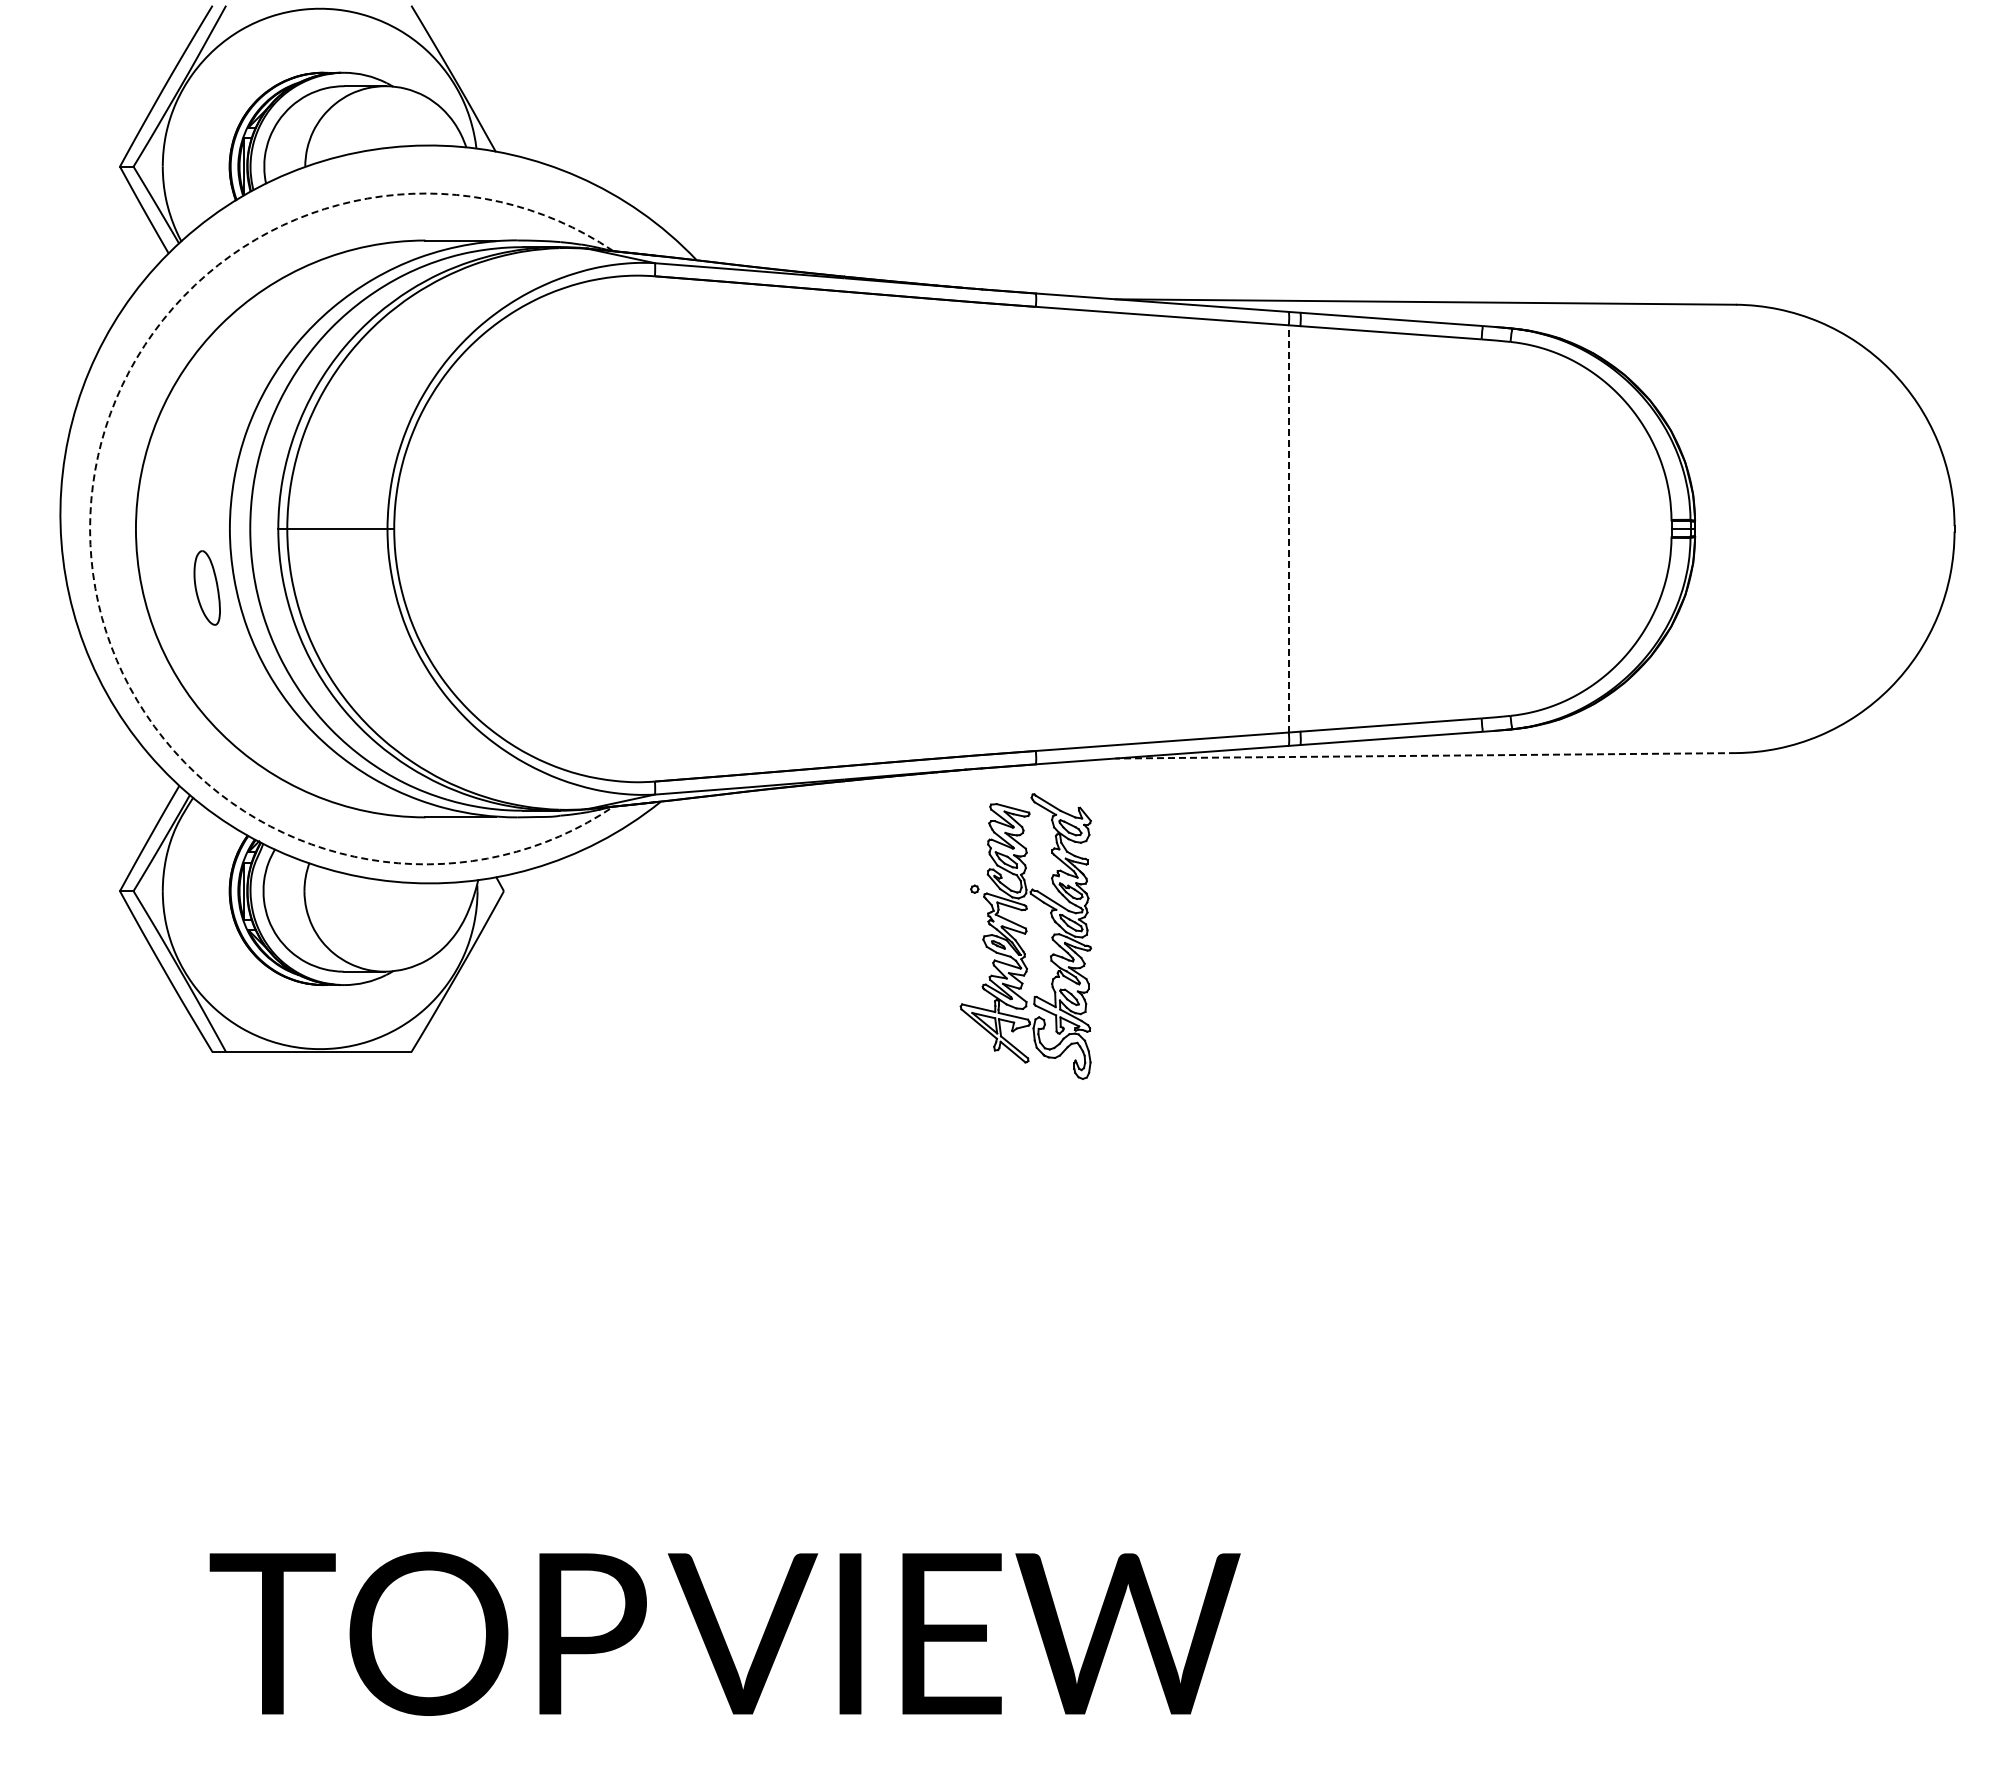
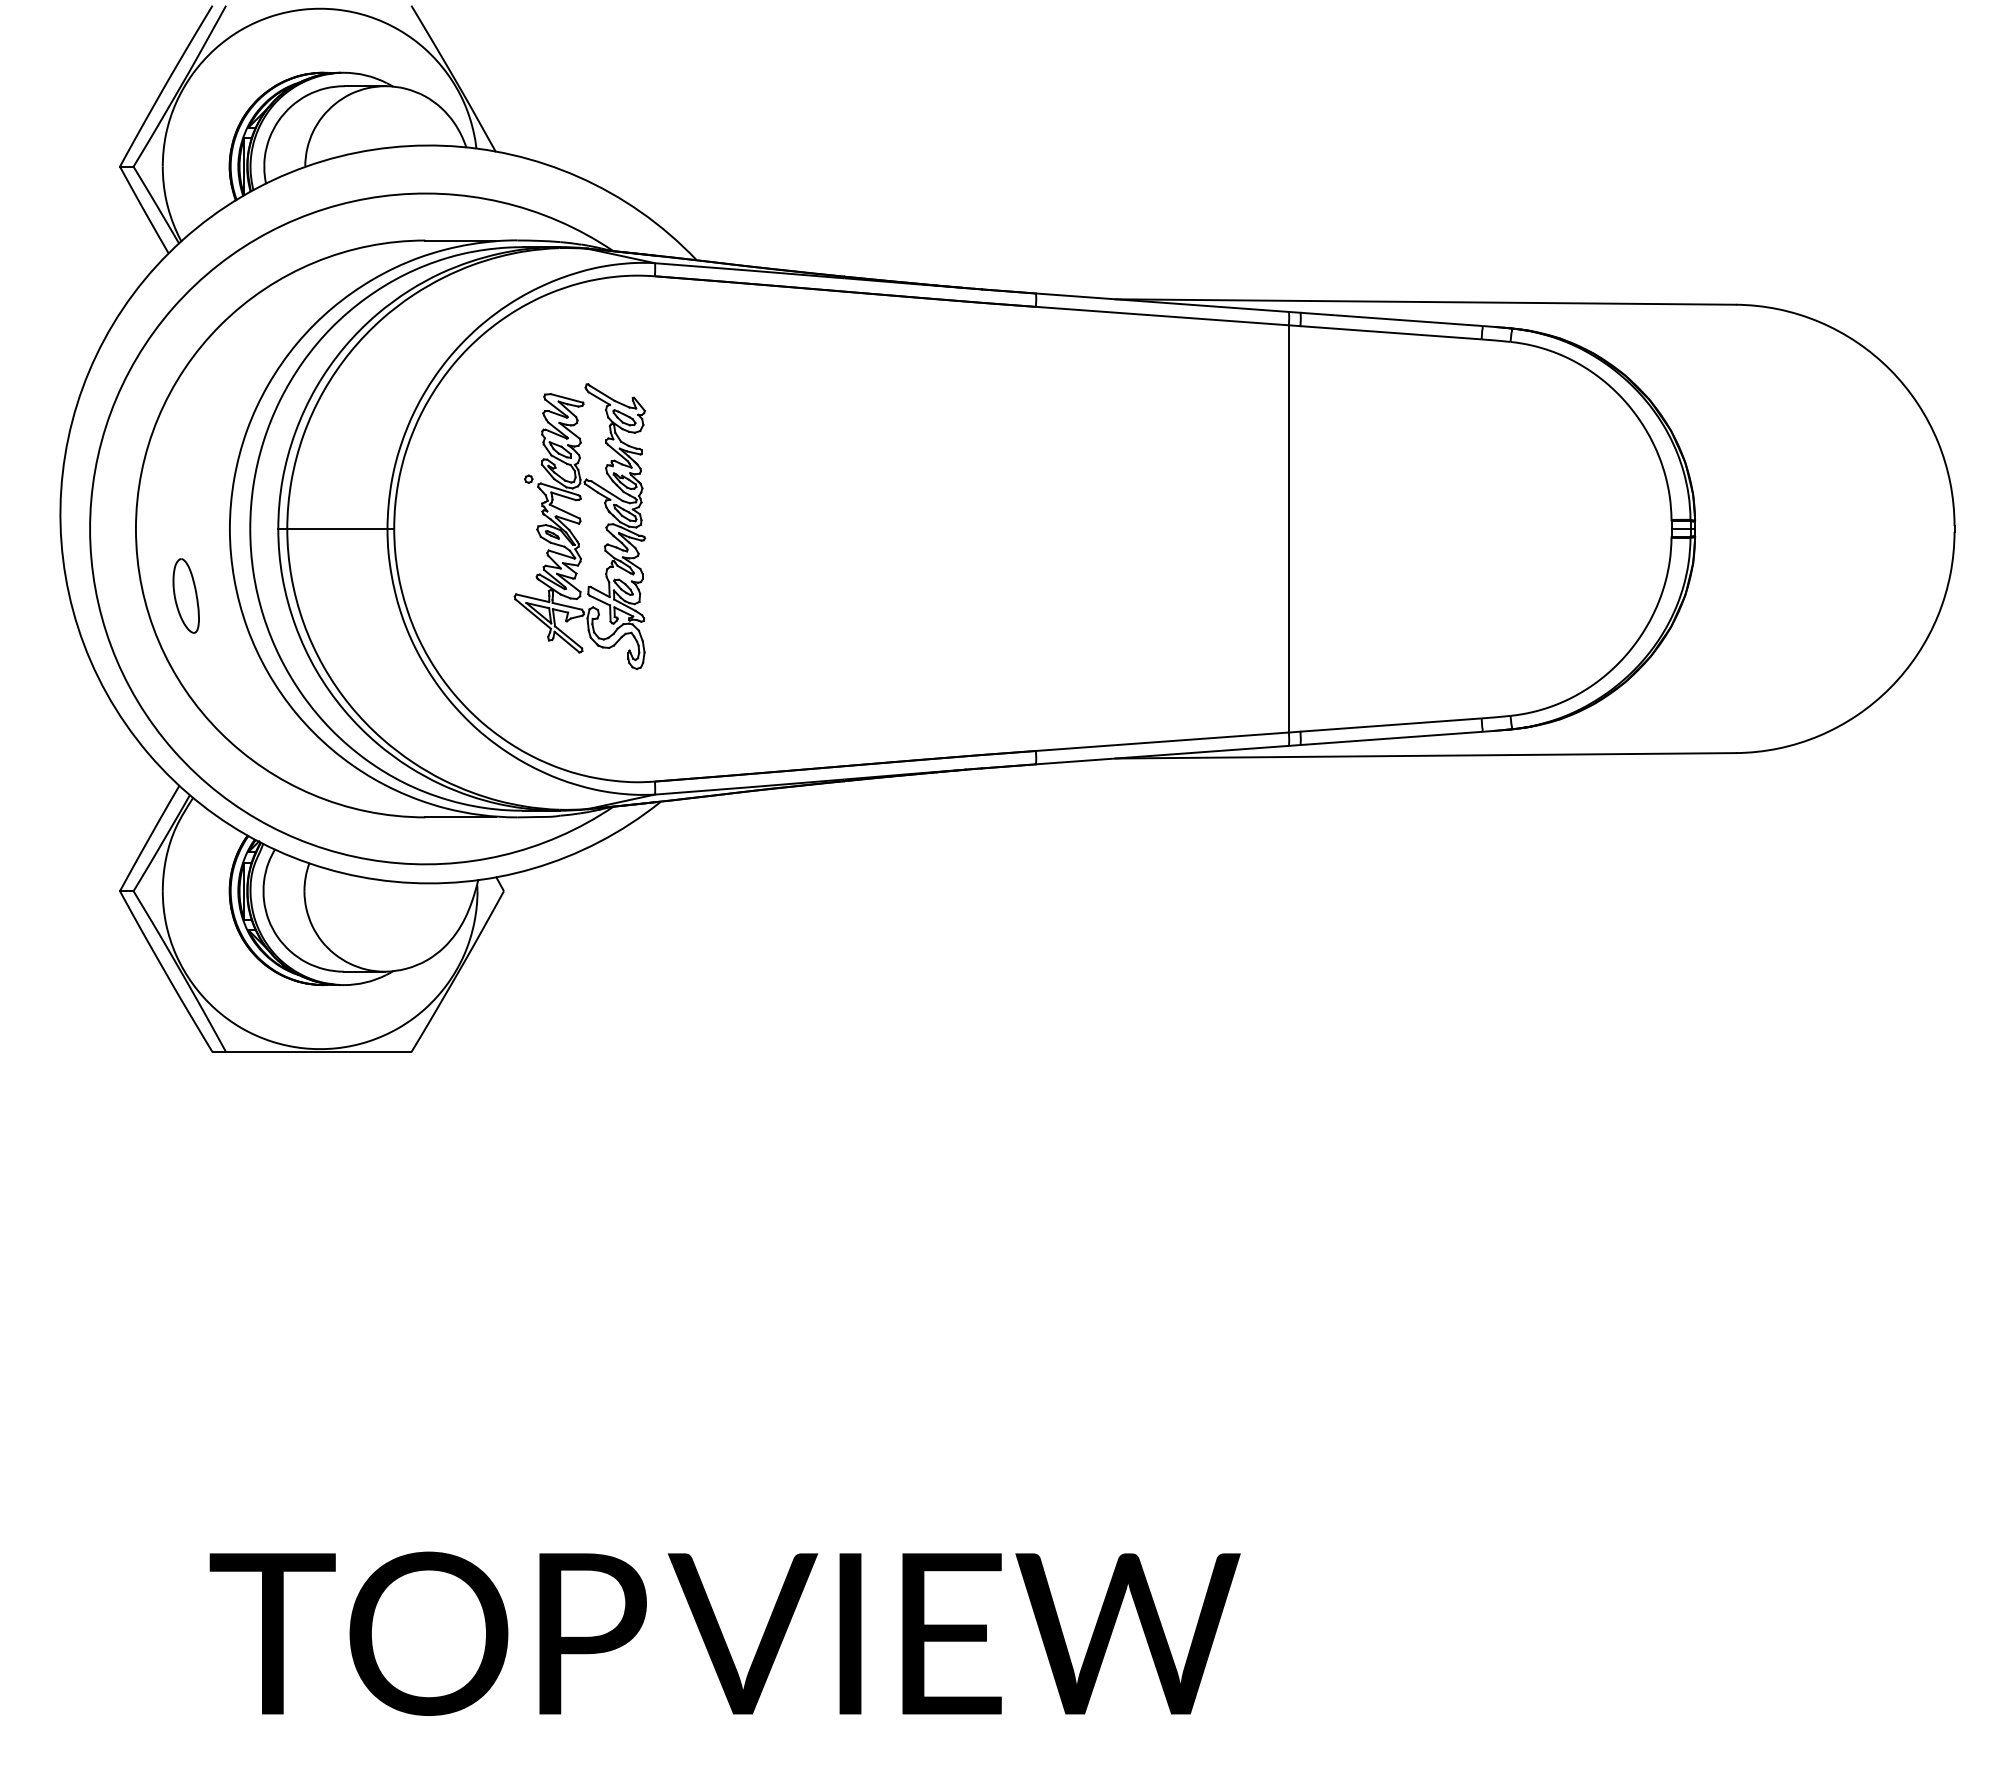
line at (1288, 528): dashed -> solid
arc at (90, 529): dashed -> solid
part at (206, 587) position: (206, 587) -> (185, 595)
line at (1425, 755): dashed -> solid
part at (1025, 936) position: (1025, 936) -> (579, 526)
